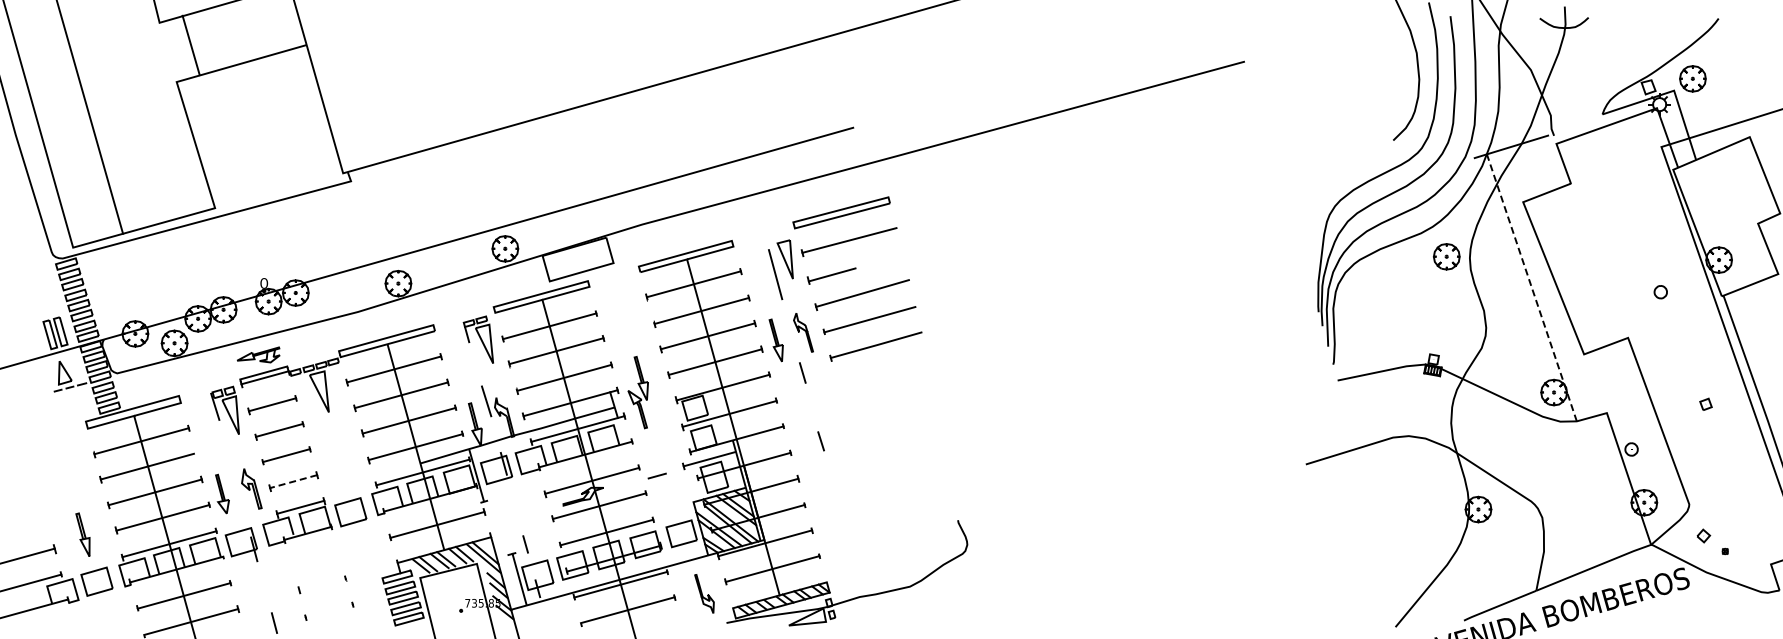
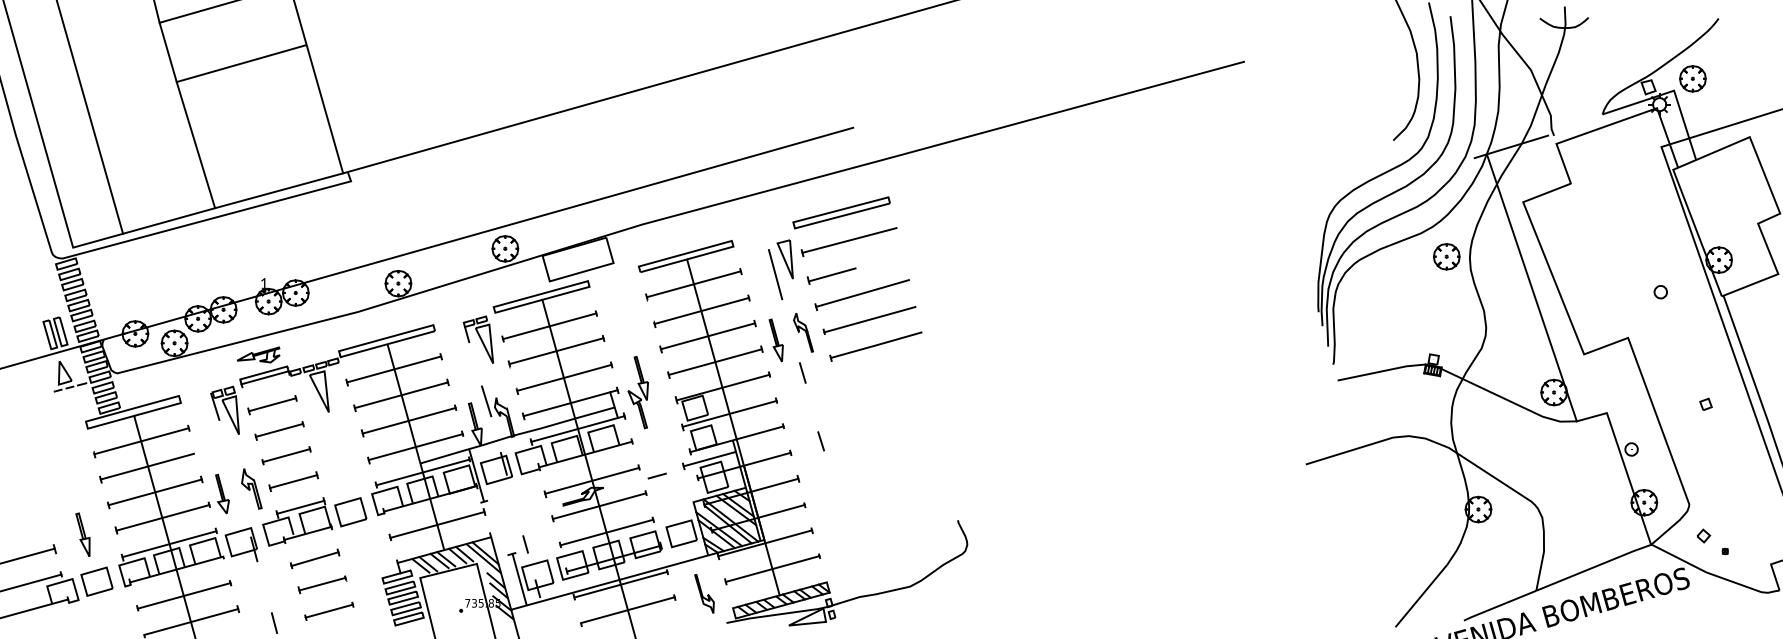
line at (190, 45) position: (190, 45) -> (167, 52)
line at (279, 190): none -> present
text at (264, 283): 0 -> 1
line at (1531, 287): dashed -> solid
line at (293, 481): dashed -> solid
part at (315, 558): none -> present
line at (322, 583): none -> present
line at (328, 610): none -> present
